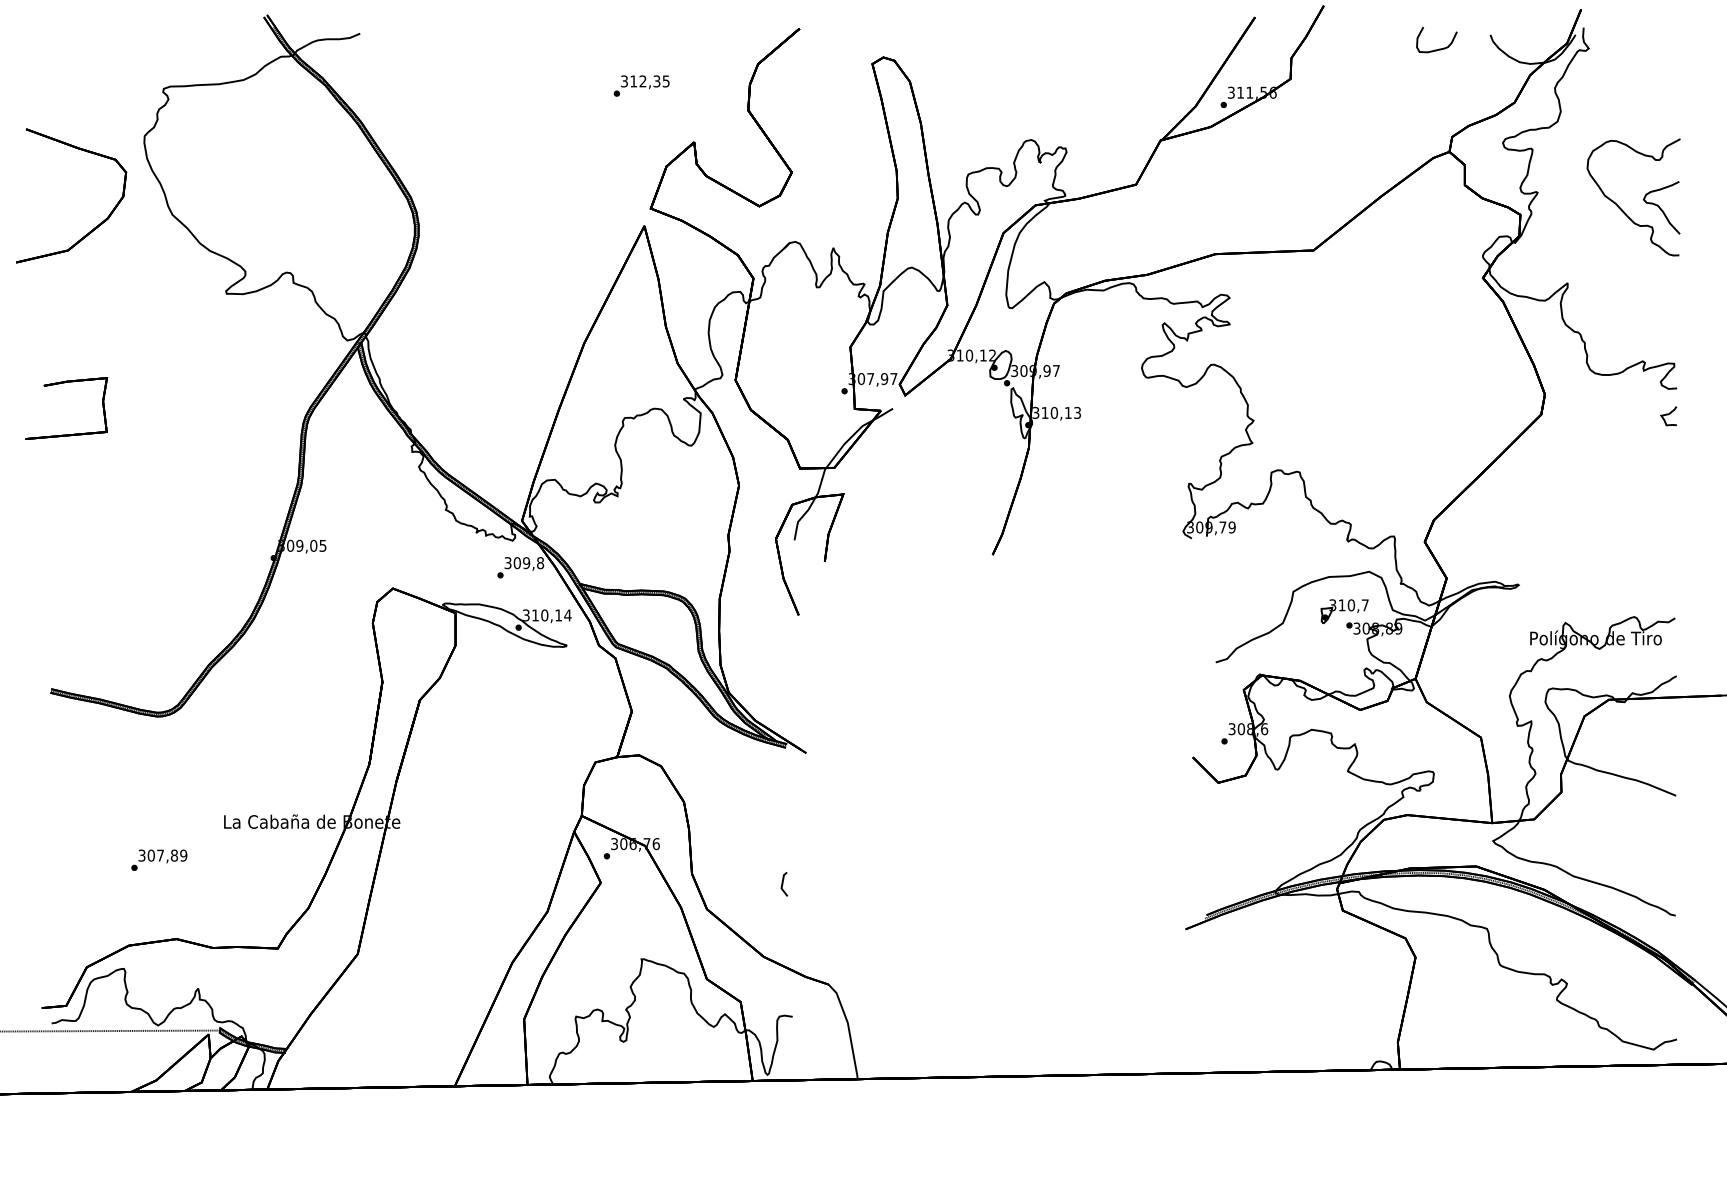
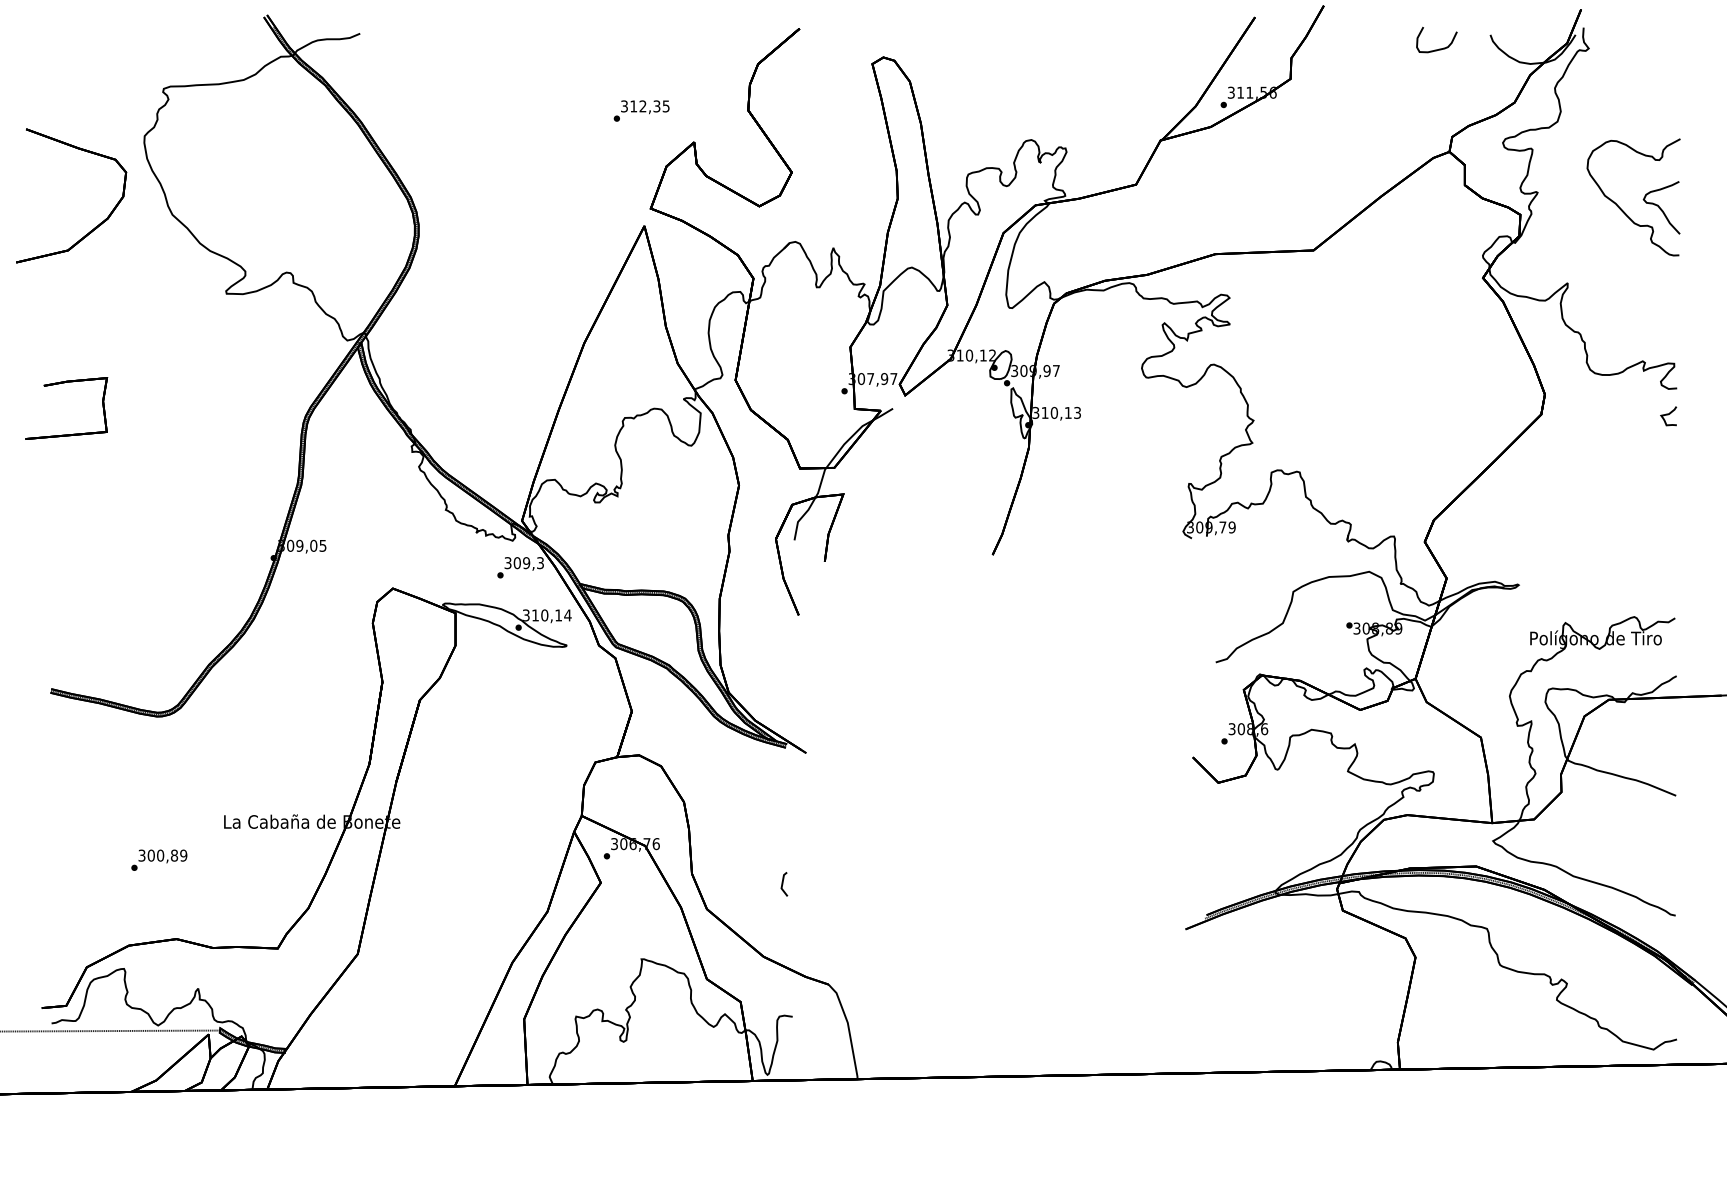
text at (641, 85) position: (641, 85) -> (641, 110)
text at (540, 563): 309,8 -> 309,3
part at (1344, 611): present -> none
text at (160, 855): 307,89 -> 300,89
